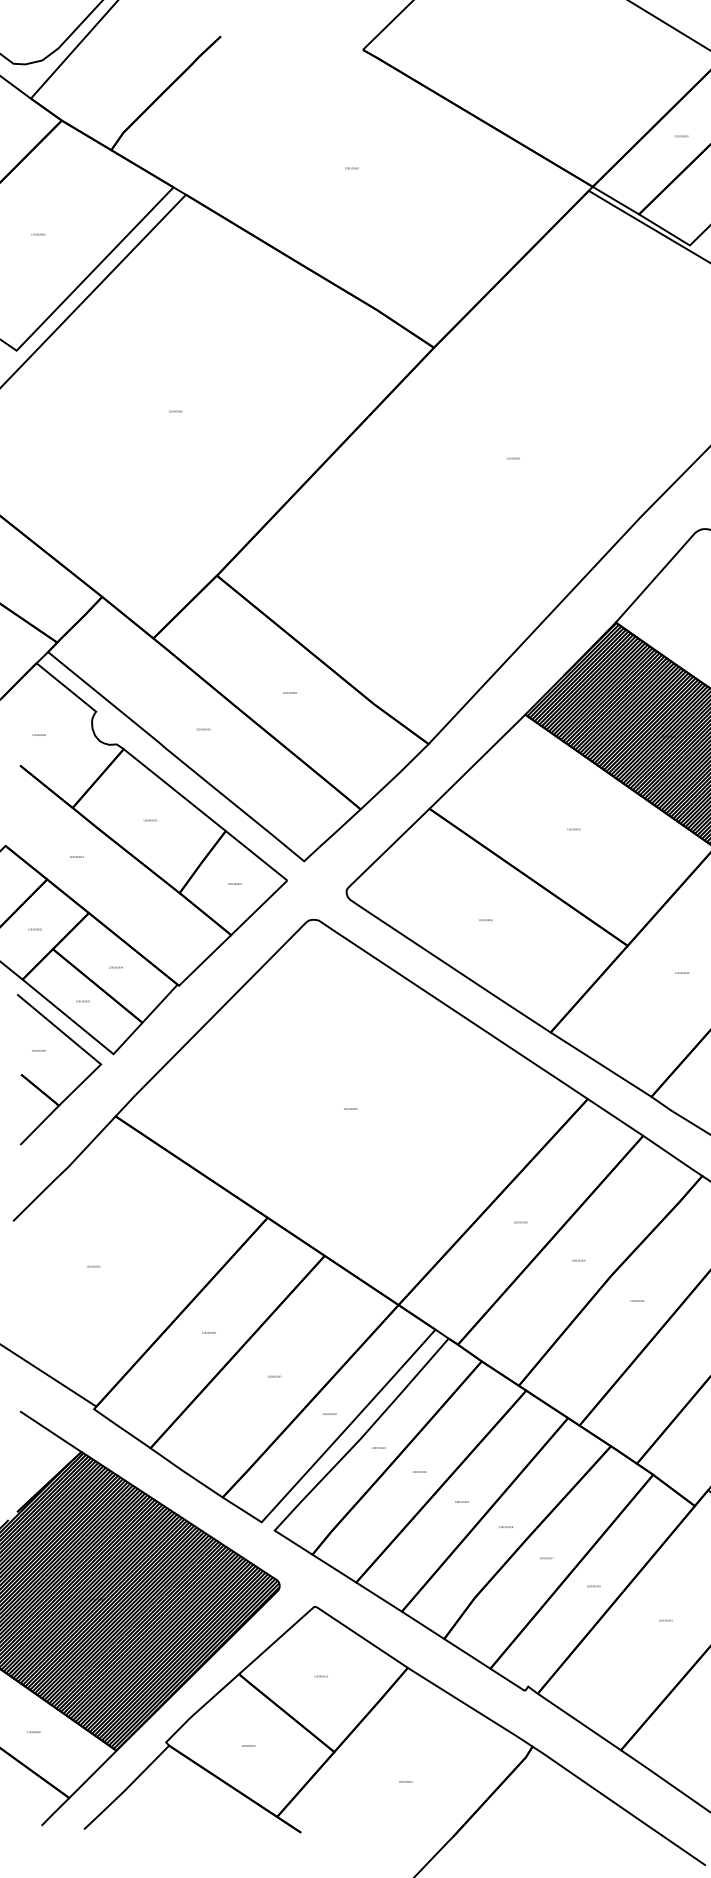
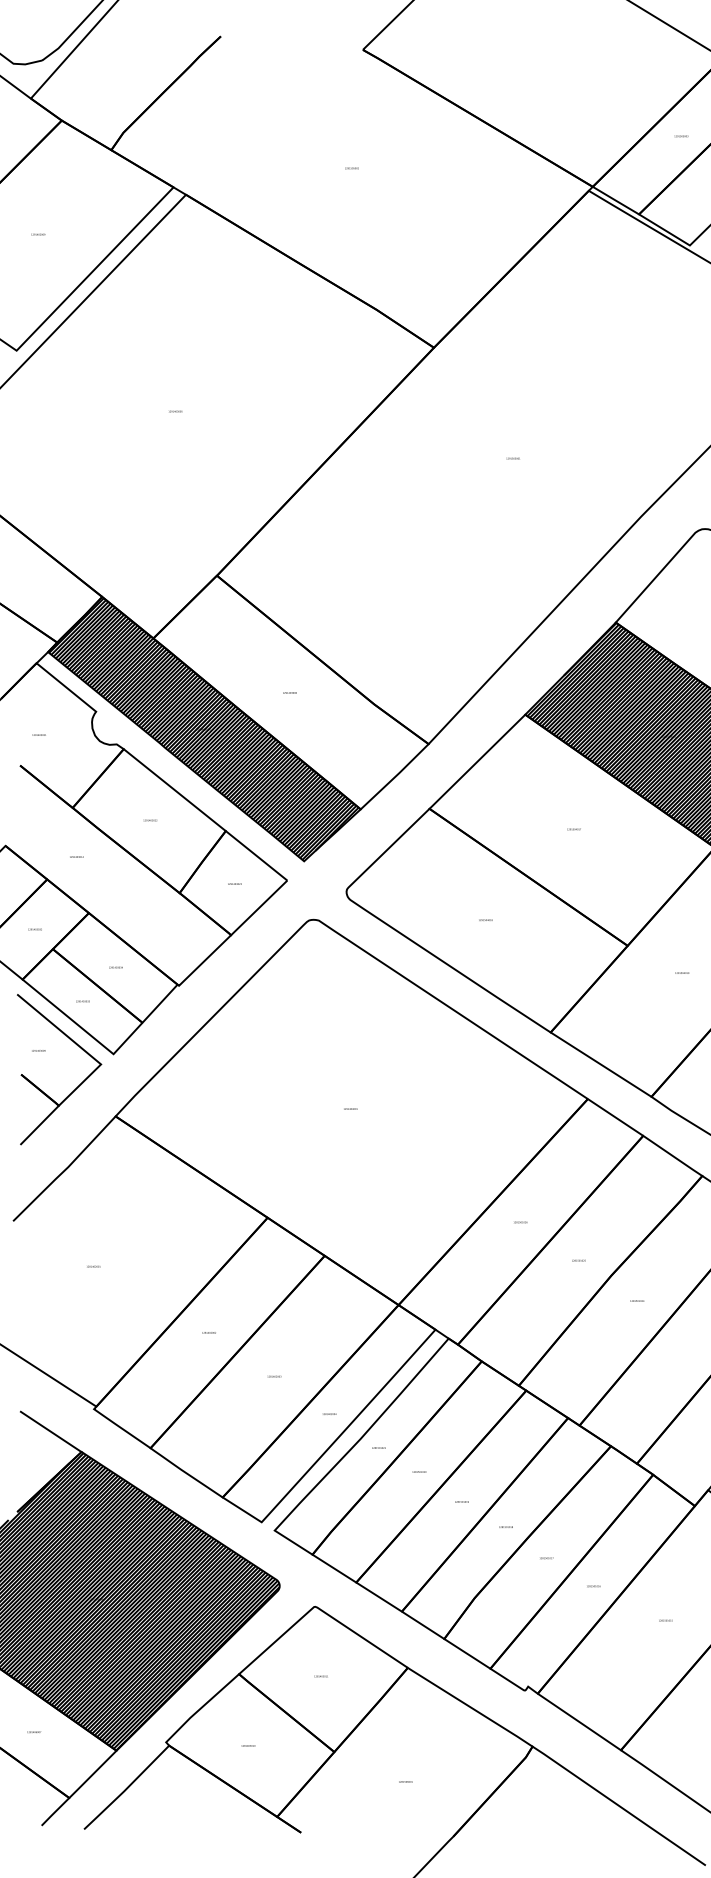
hatch at (203, 728): none -> present
